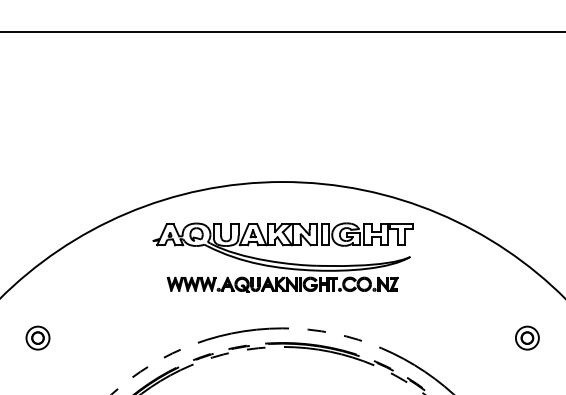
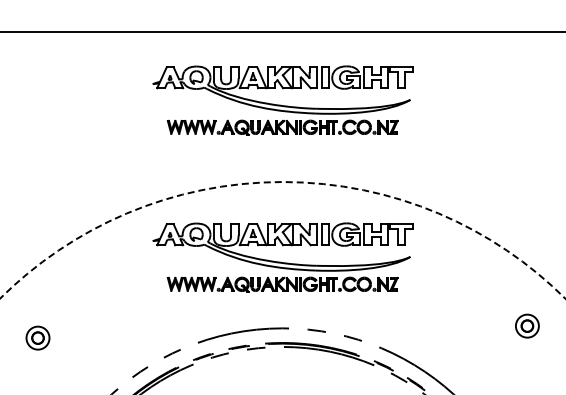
part at (282, 100): none -> present
circle at (282, 240): solid -> dashed
part at (527, 337) position: (527, 337) -> (527, 325)
